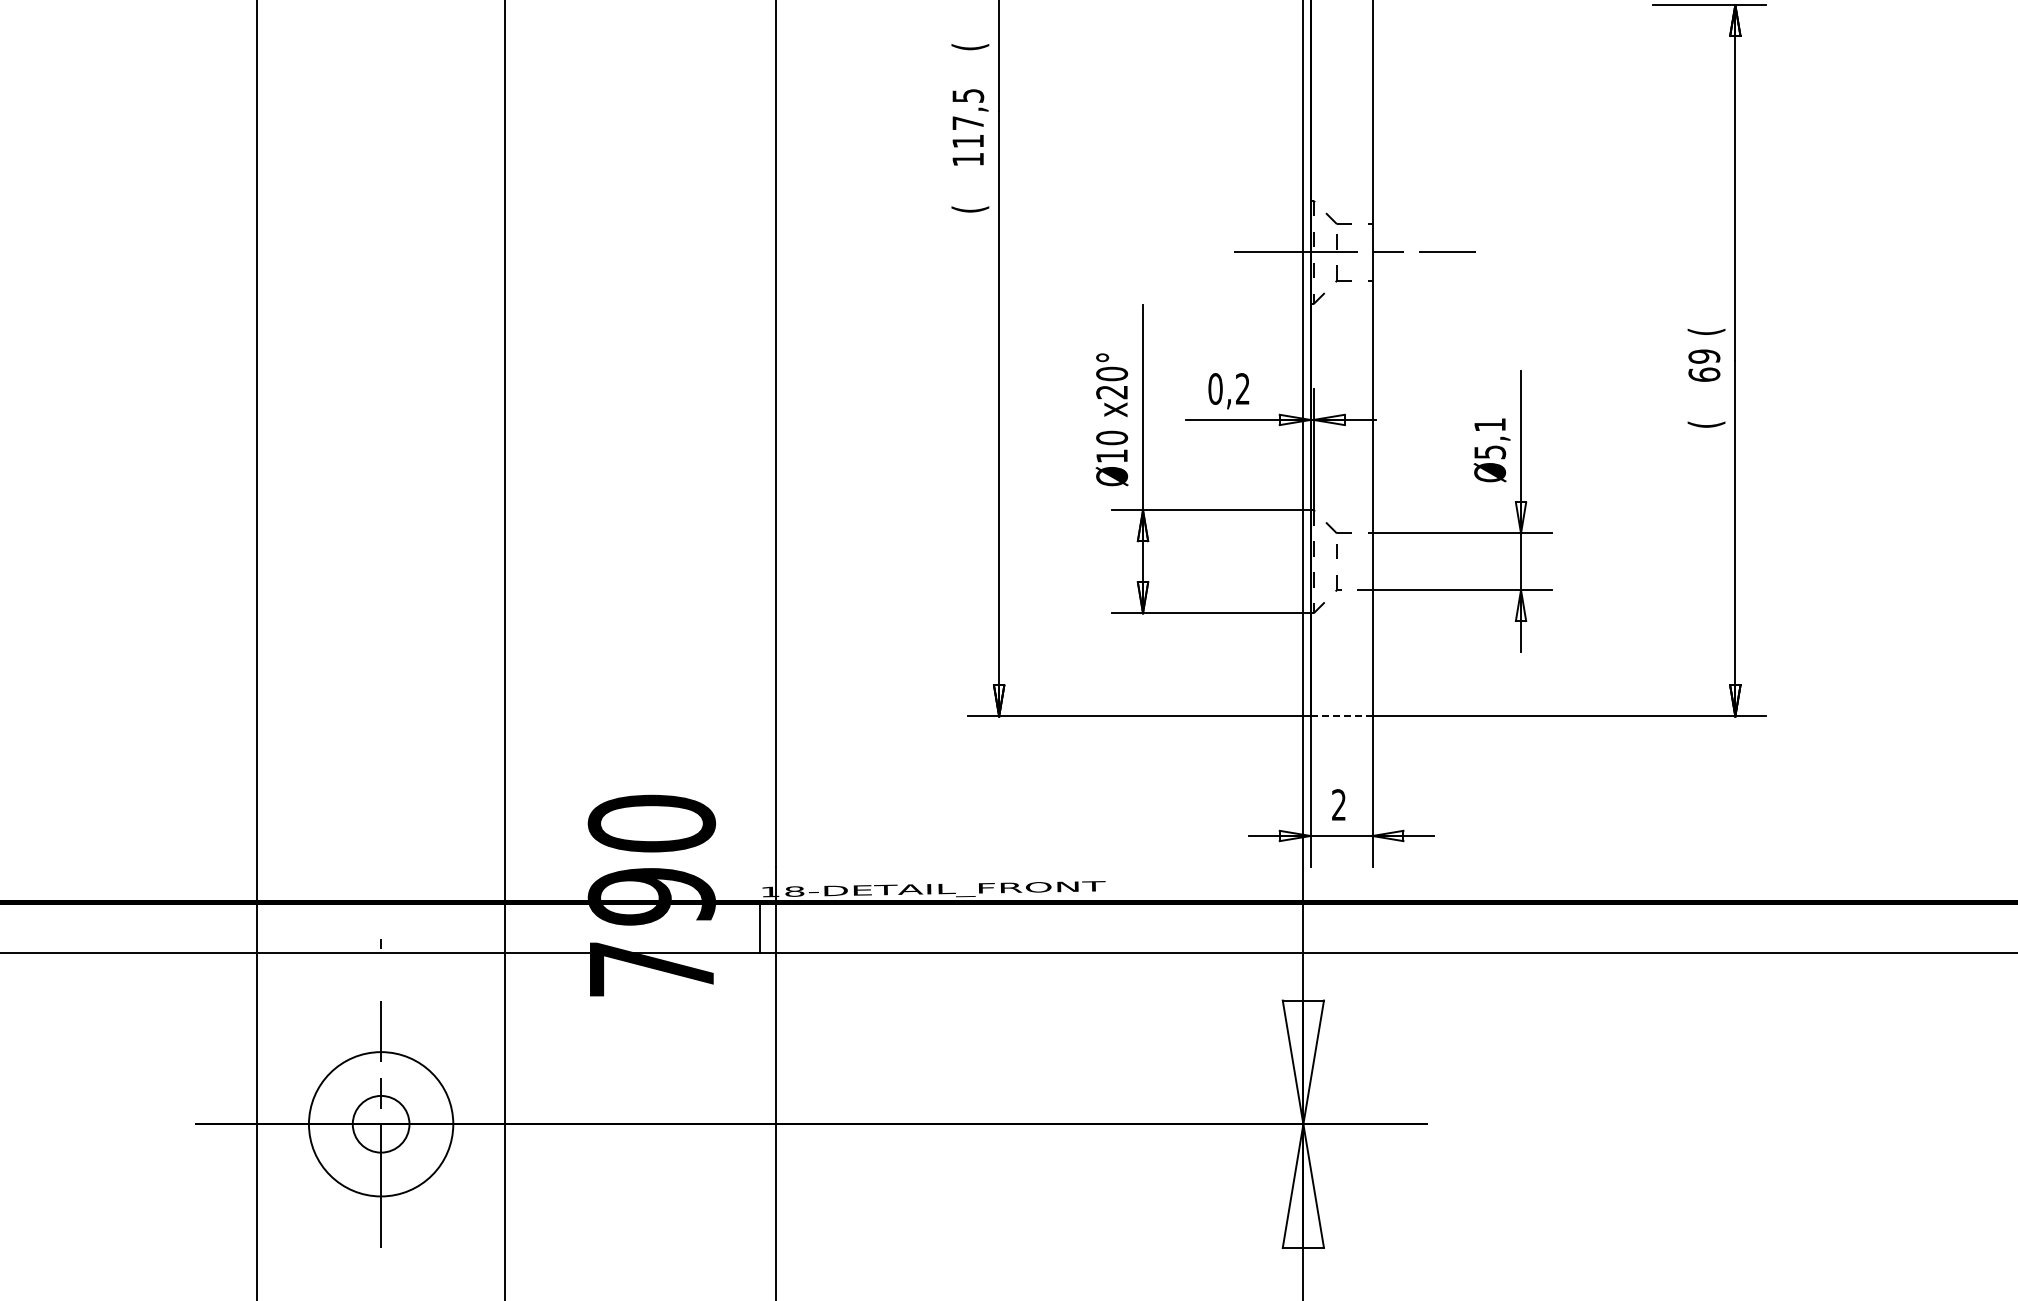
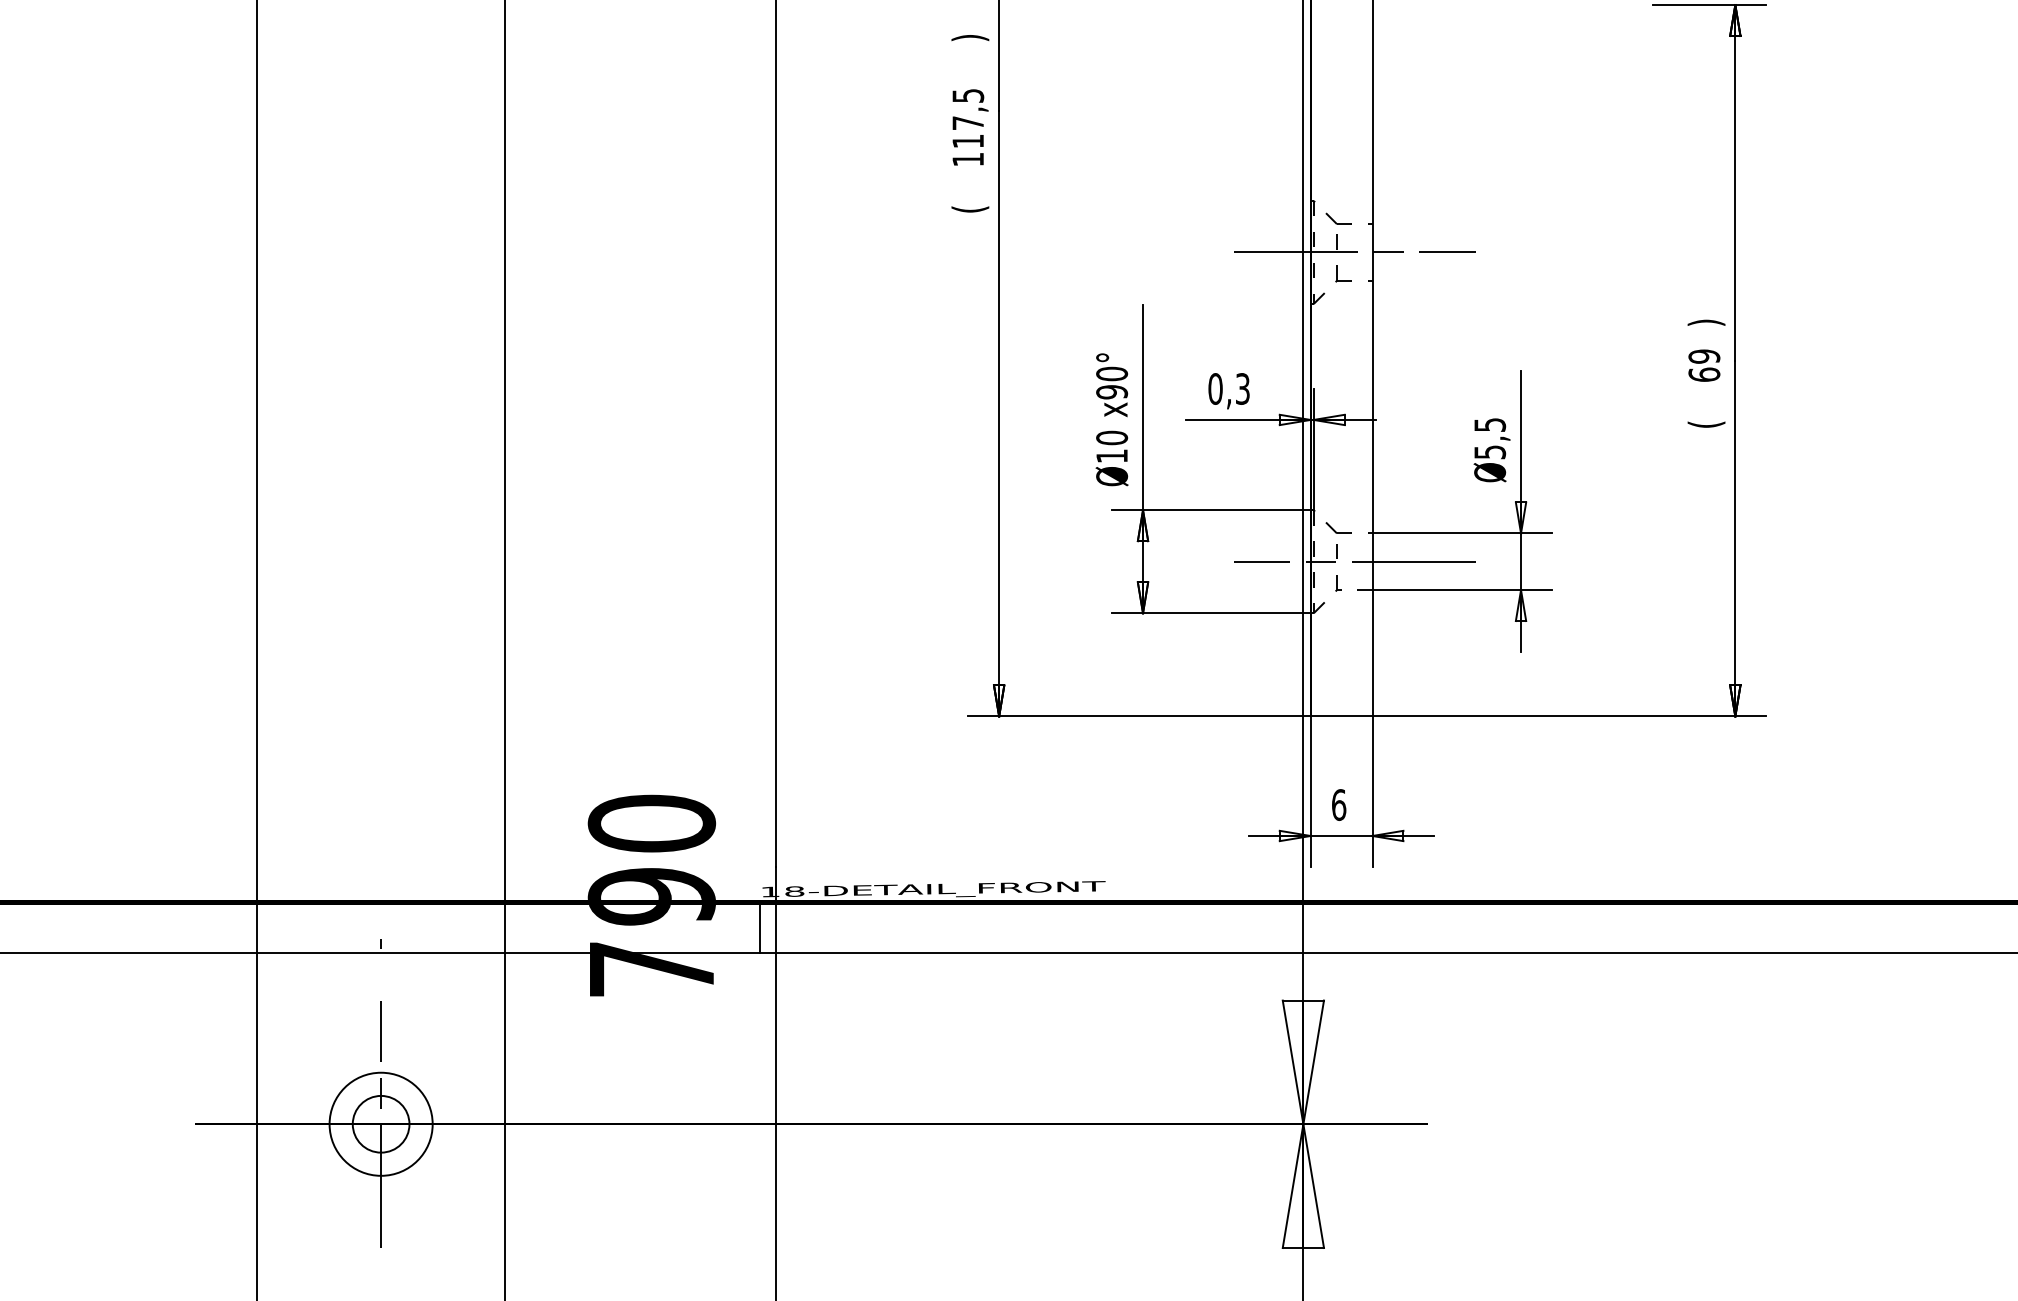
text at (970, 42): ( -> )
text at (1706, 326): ( -> )
text at (1242, 388): 0,2 -> 0,3
text at (1112, 392): x20° -> x90°
text at (1490, 424): Ø5,1 -> Ø5,5
line at (1354, 561): none -> present
line at (1341, 716): dashed -> solid
text at (1339, 804): 2 -> 6
circle at (380, 1124) diameter: 144 px -> 103 px
